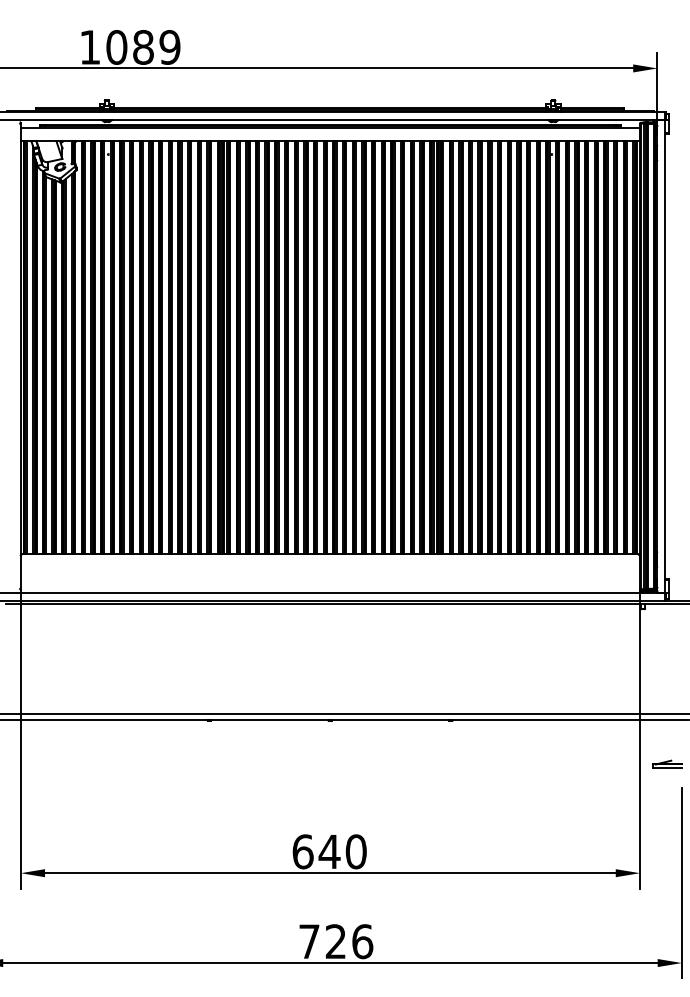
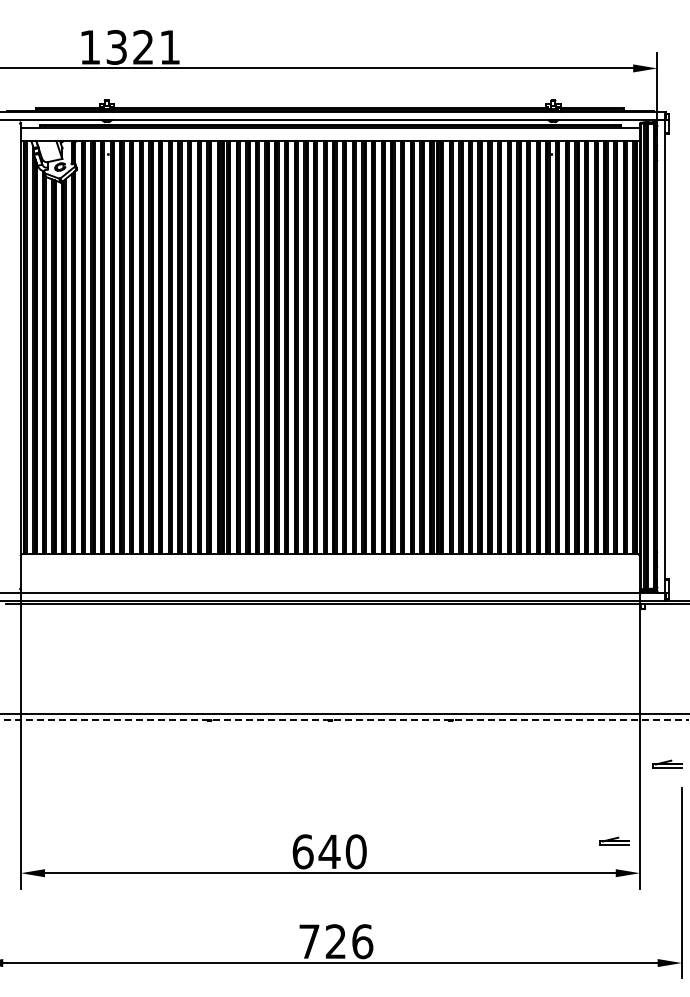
text at (143, 47): 1089 -> 1321
line at (345, 719): solid -> dashed
part at (614, 840): none -> present
